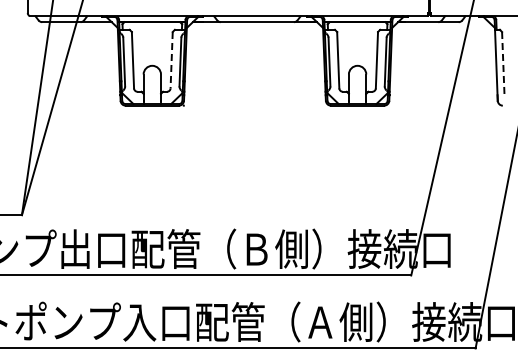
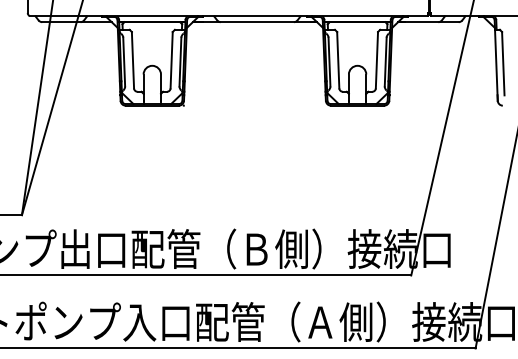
line at (171, 60): dashed -> solid
line at (503, 63): dashed -> solid
